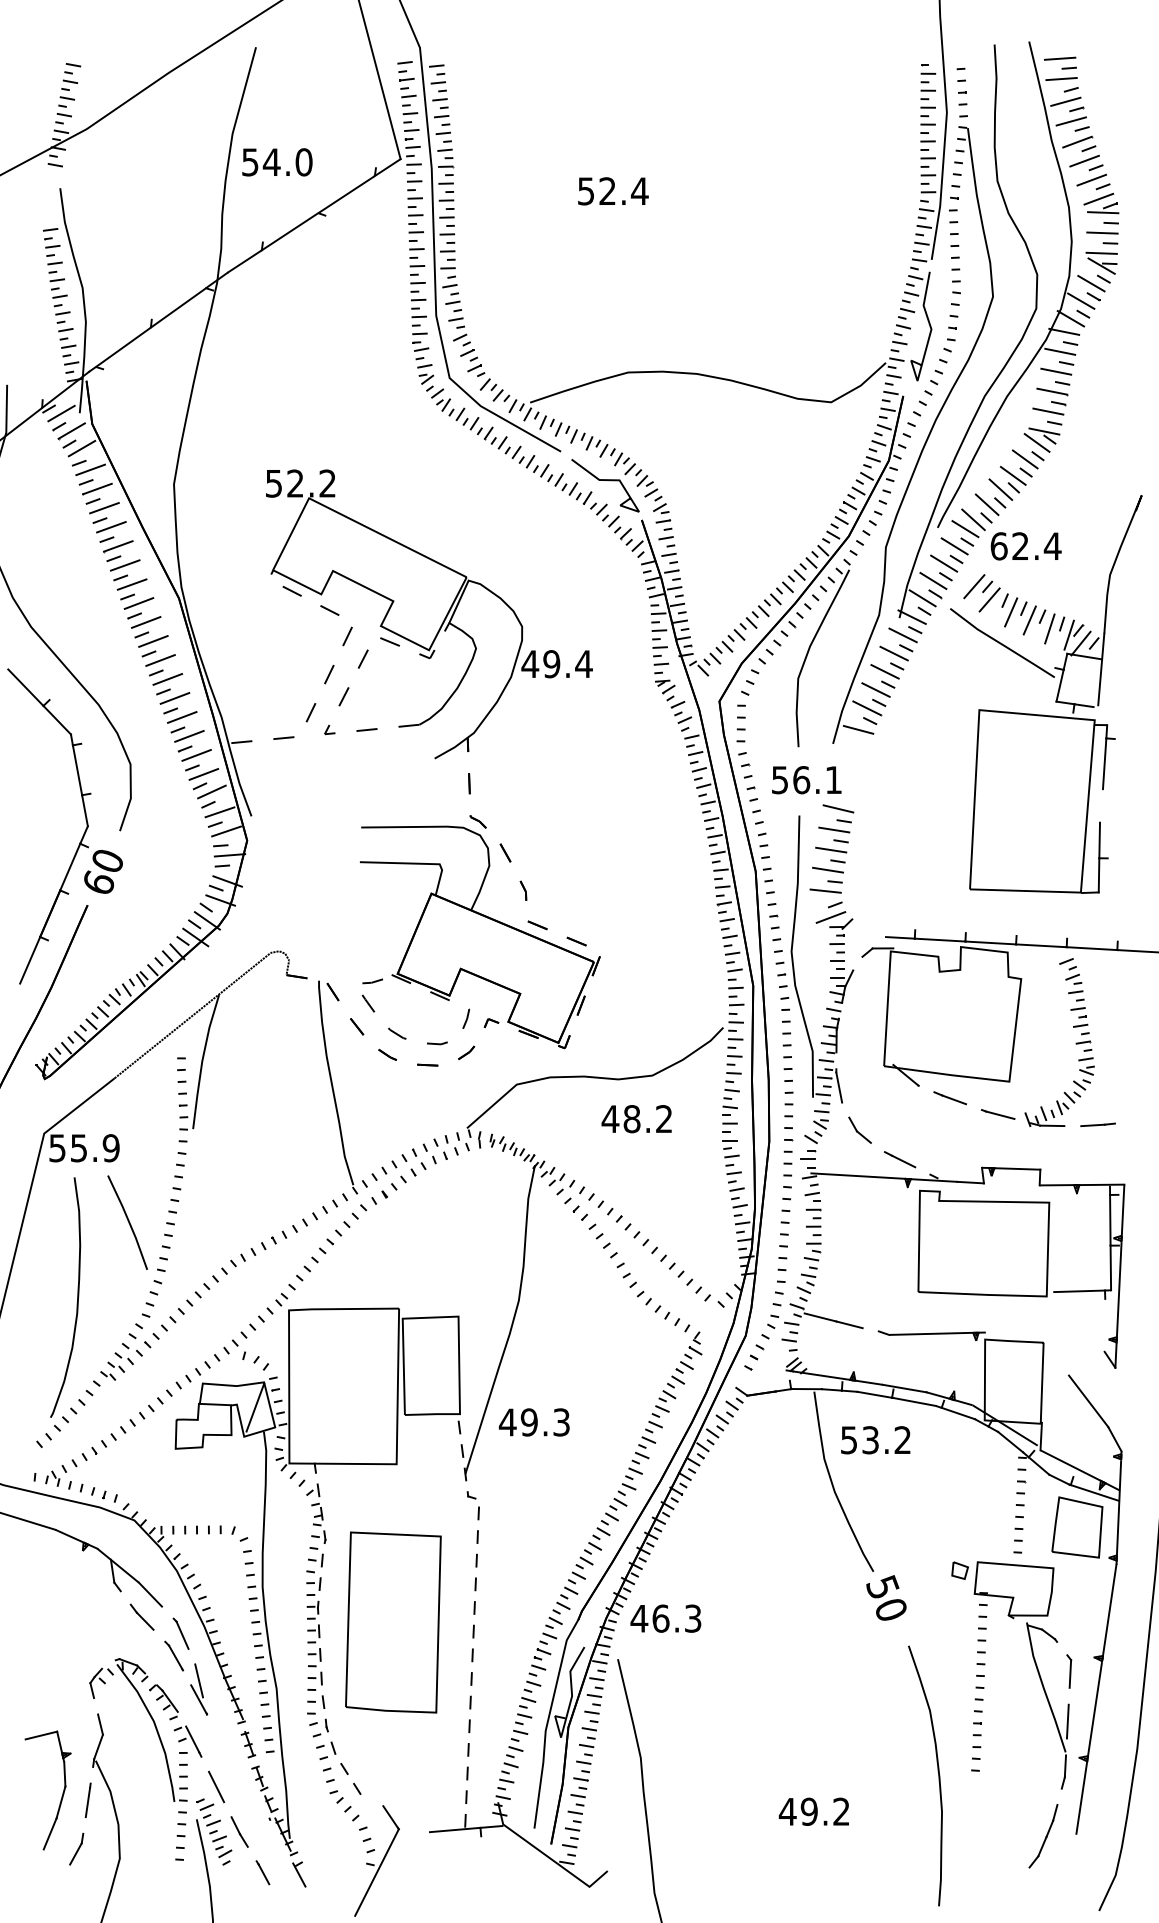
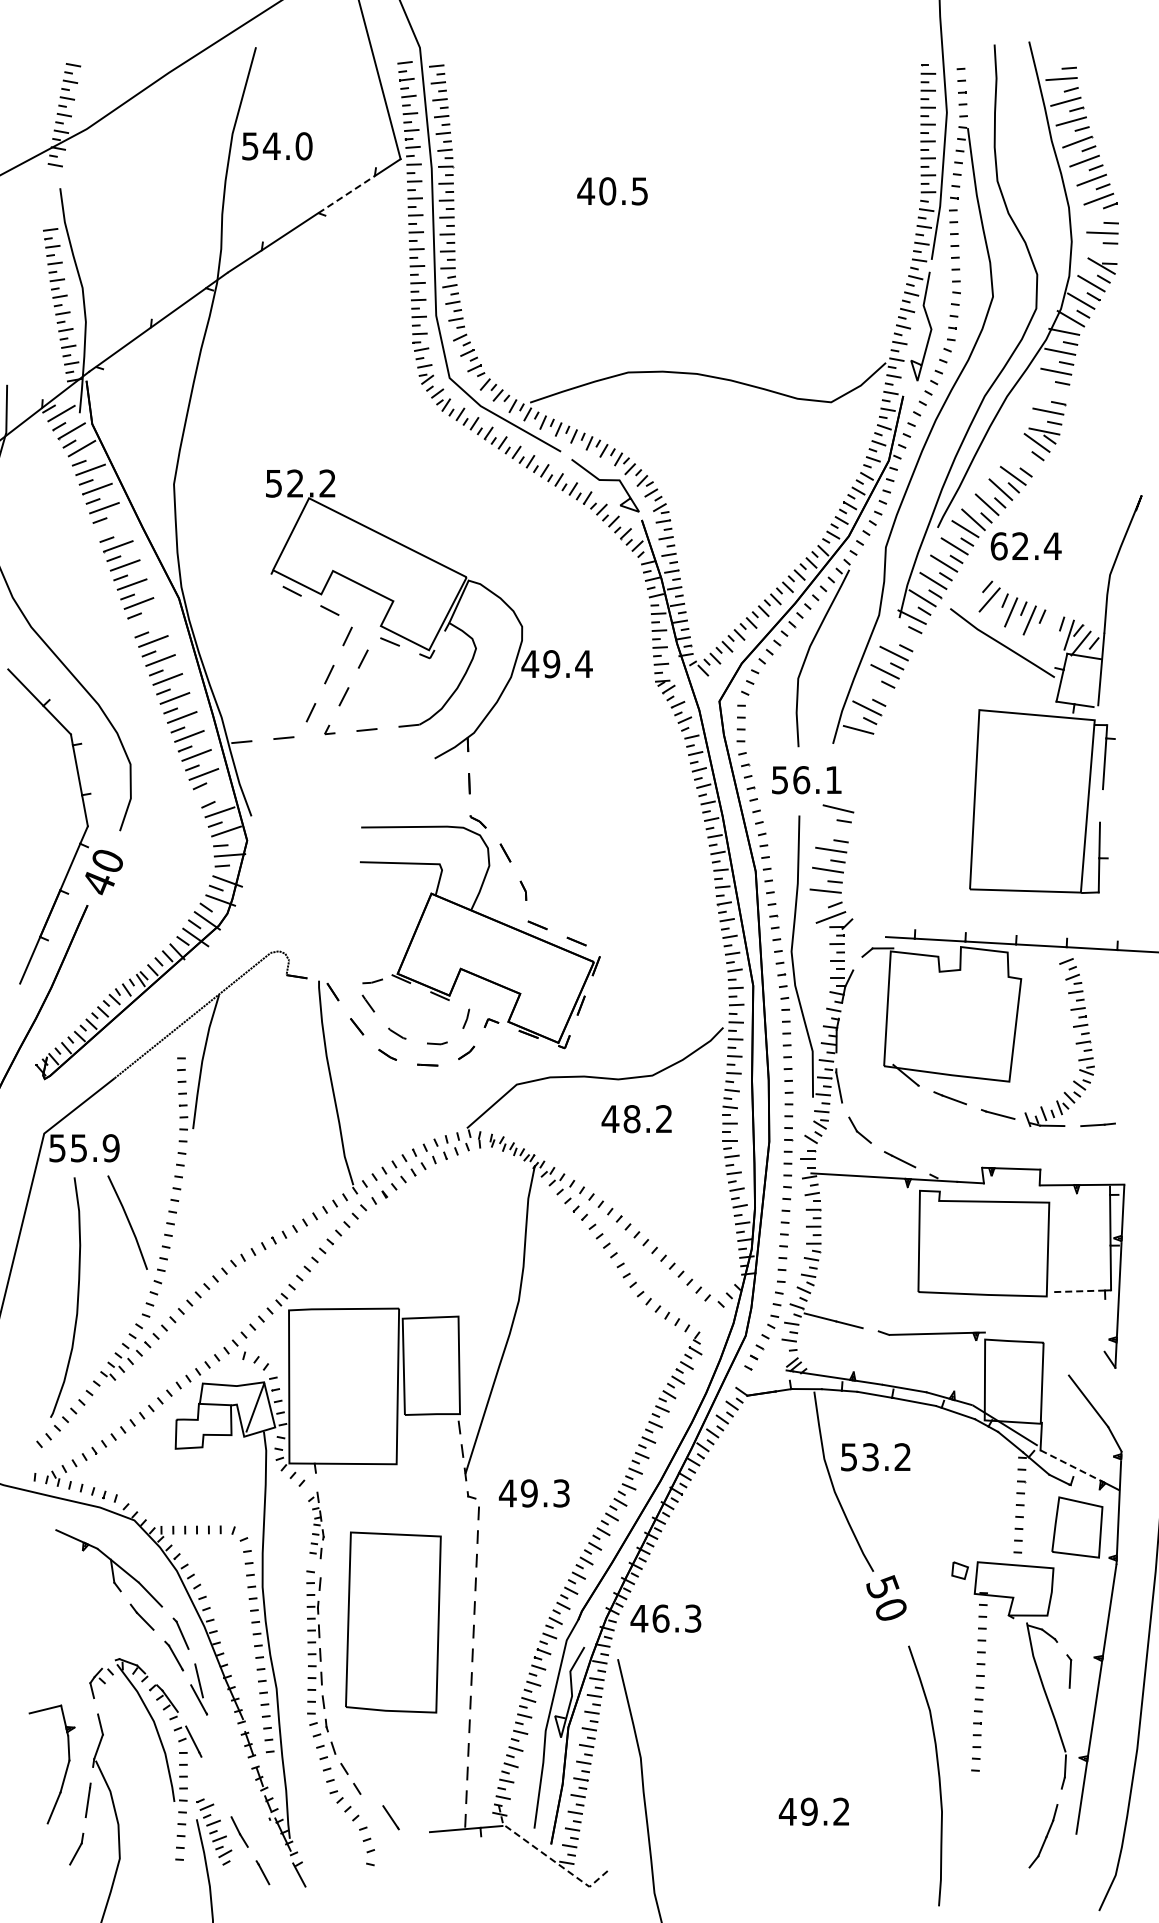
line at (1059, 58): present -> none
text at (277, 162) position: (277, 162) -> (277, 146)
text at (612, 191): 52.4 -> 40.5
line at (345, 195): solid -> dashed
line at (1103, 212): present -> none
line at (1101, 252): present -> none
line at (1052, 391): present -> none
line at (1024, 459): present -> none
line at (111, 527): present -> none
line at (974, 586): present -> none
line at (146, 622): present -> none
line at (1049, 628): present -> none
line at (902, 635): present -> none
line at (875, 689): present -> none
line at (211, 791): present -> none
line at (834, 829): present -> none
text at (99, 882): 60 -> 40
line at (1080, 1291): solid -> dashed
text at (533, 1422) position: (533, 1422) -> (533, 1493)
text at (875, 1440) position: (875, 1440) -> (875, 1457)
line at (1075, 1467): solid -> dashed
line at (1094, 1492): present -> none
line at (28, 1521): present -> none
part at (316, 1525) size: 21x85 px -> 17x69 px
line at (1067, 1721): present -> none
line at (216, 1786): present -> none
part at (62, 1792) position: (62, 1792) -> (66, 1766)
line at (546, 1855): solid -> dashed
line at (376, 1872): present -> none
